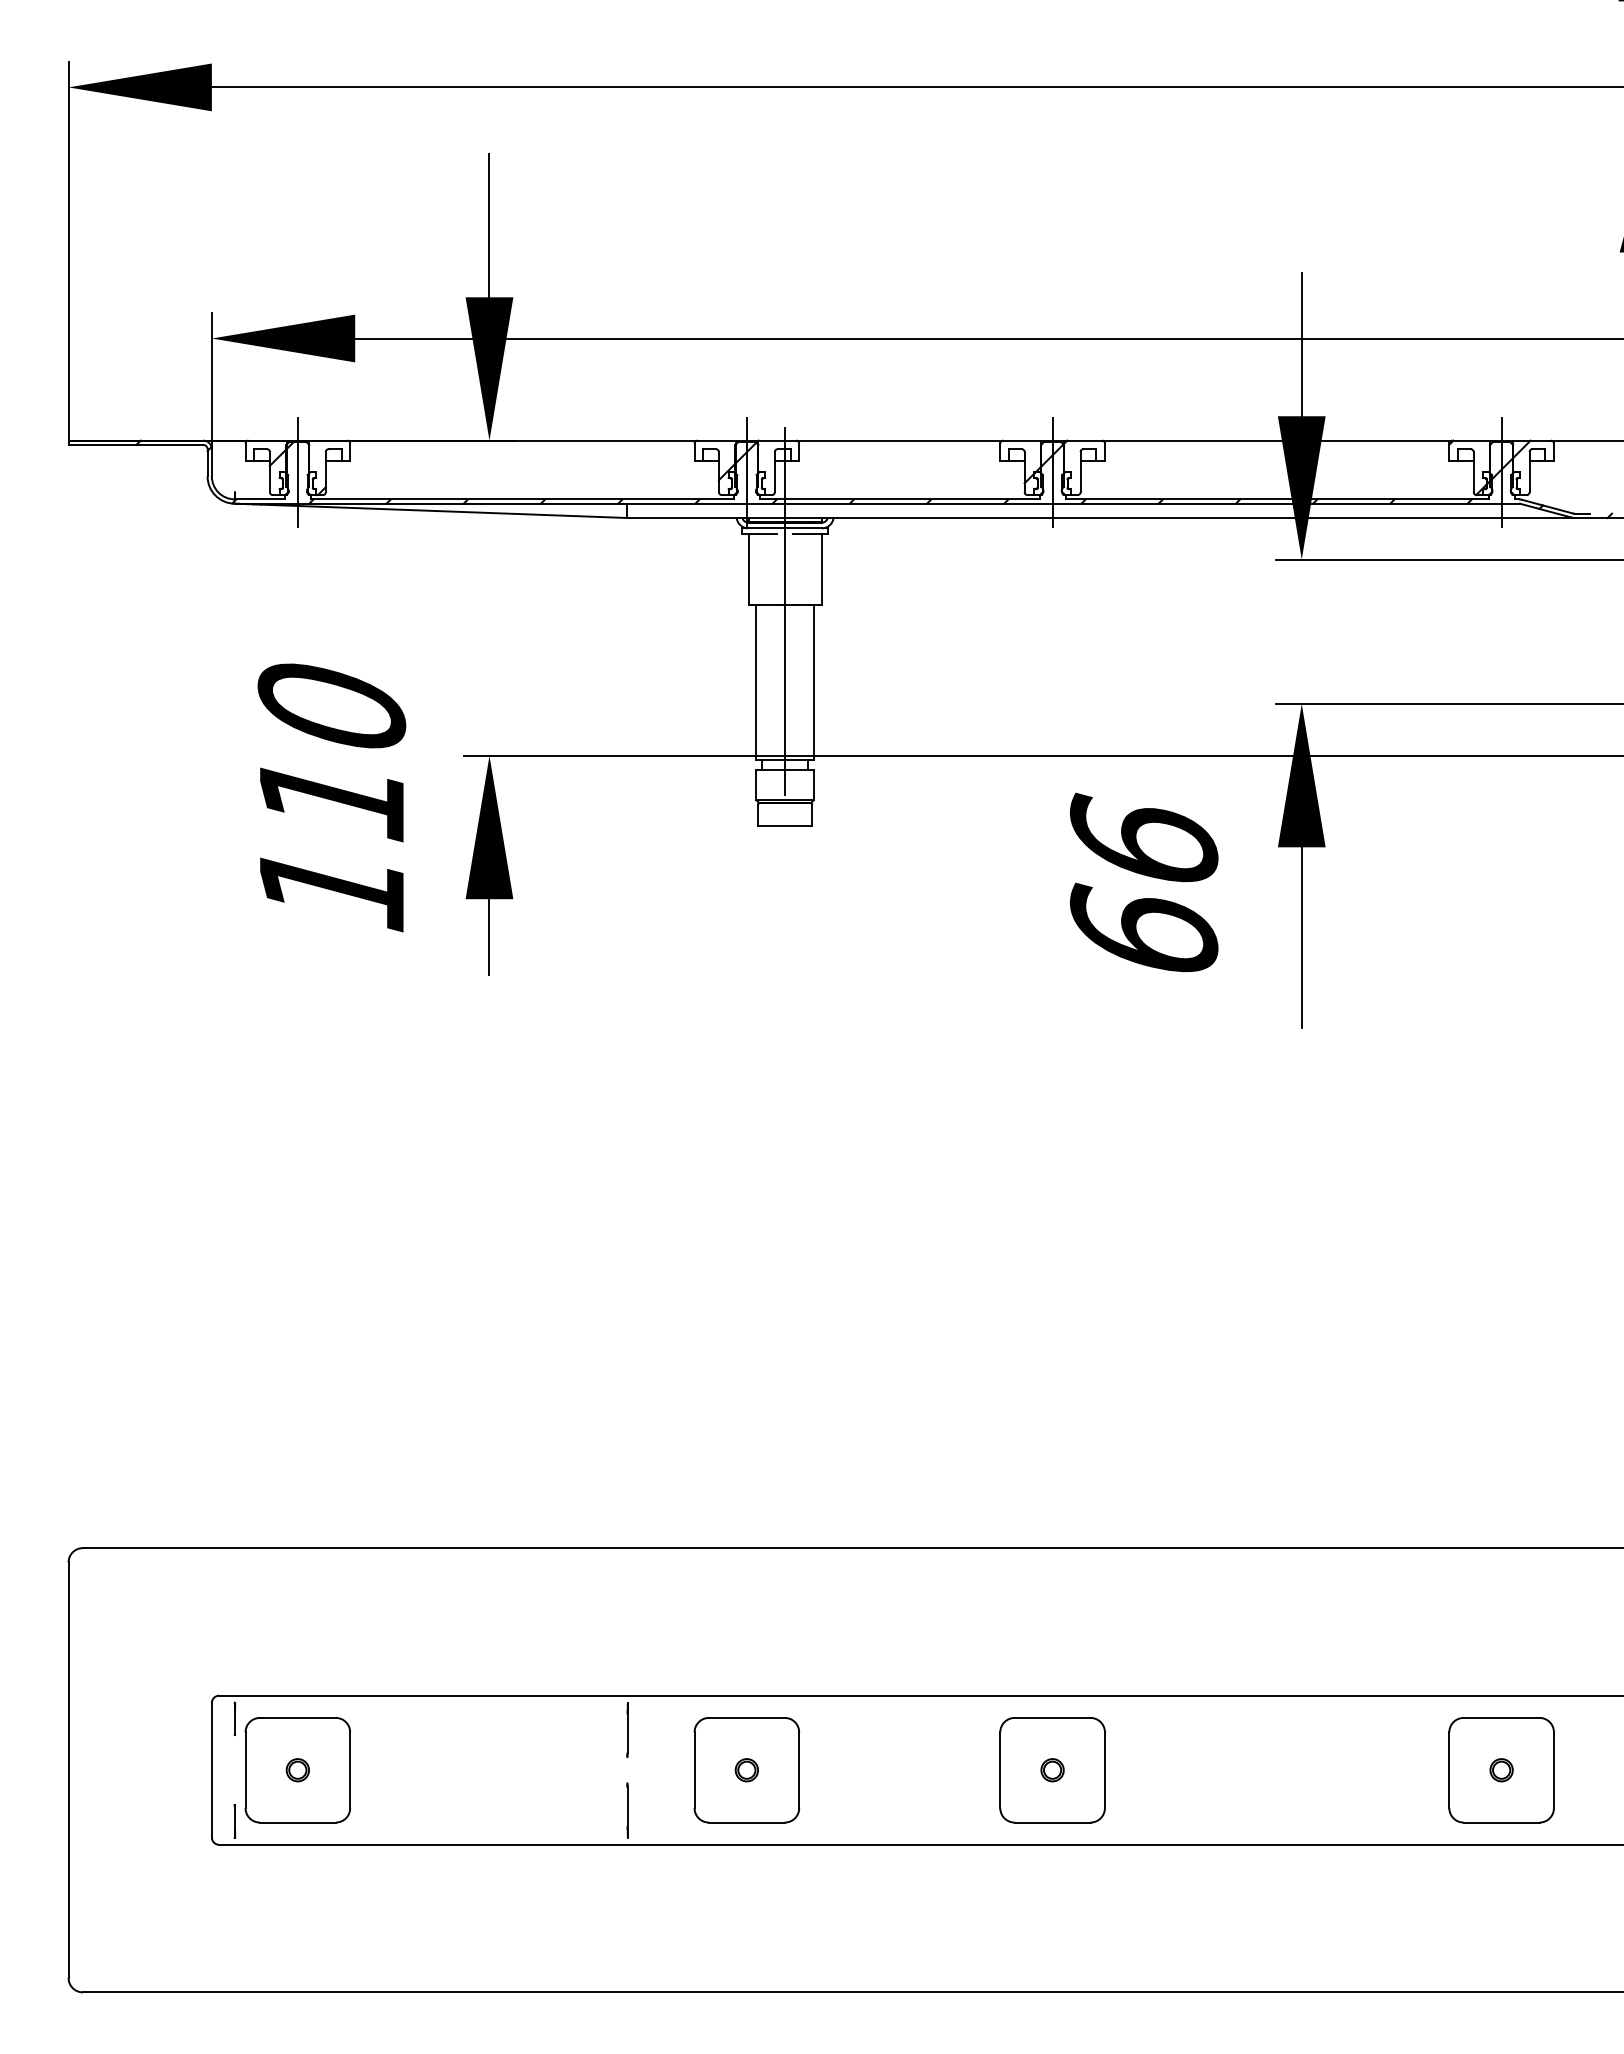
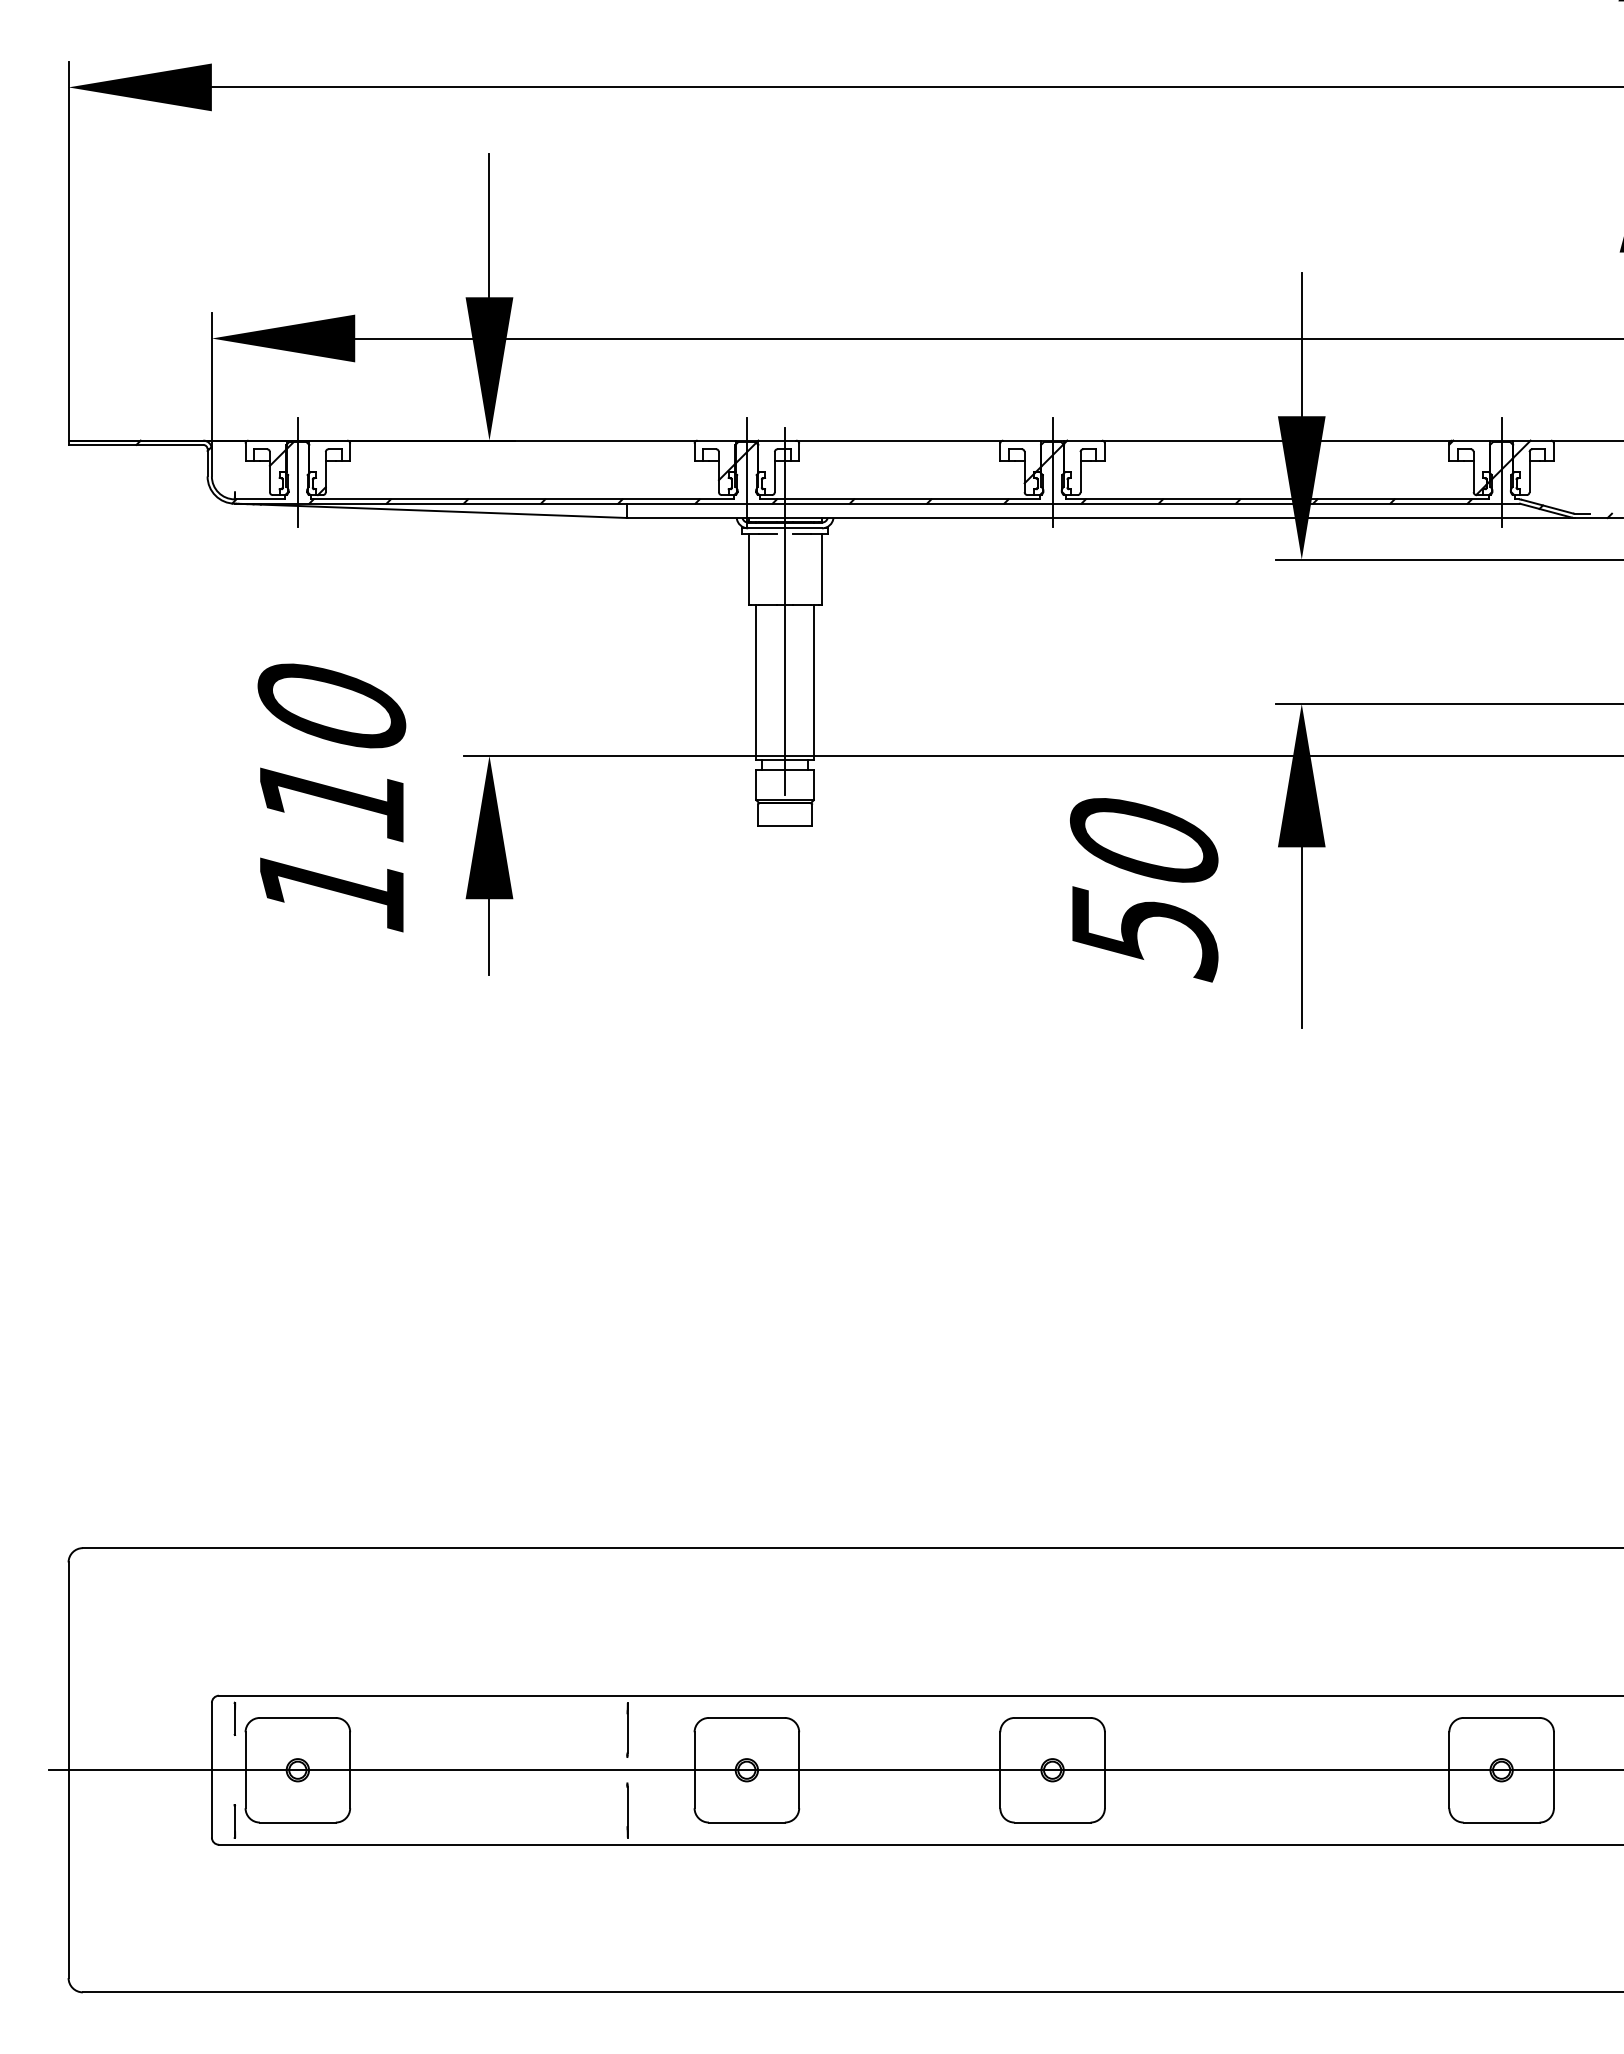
text at (1143, 887): 66 -> 50
line at (834, 1770): none -> present
